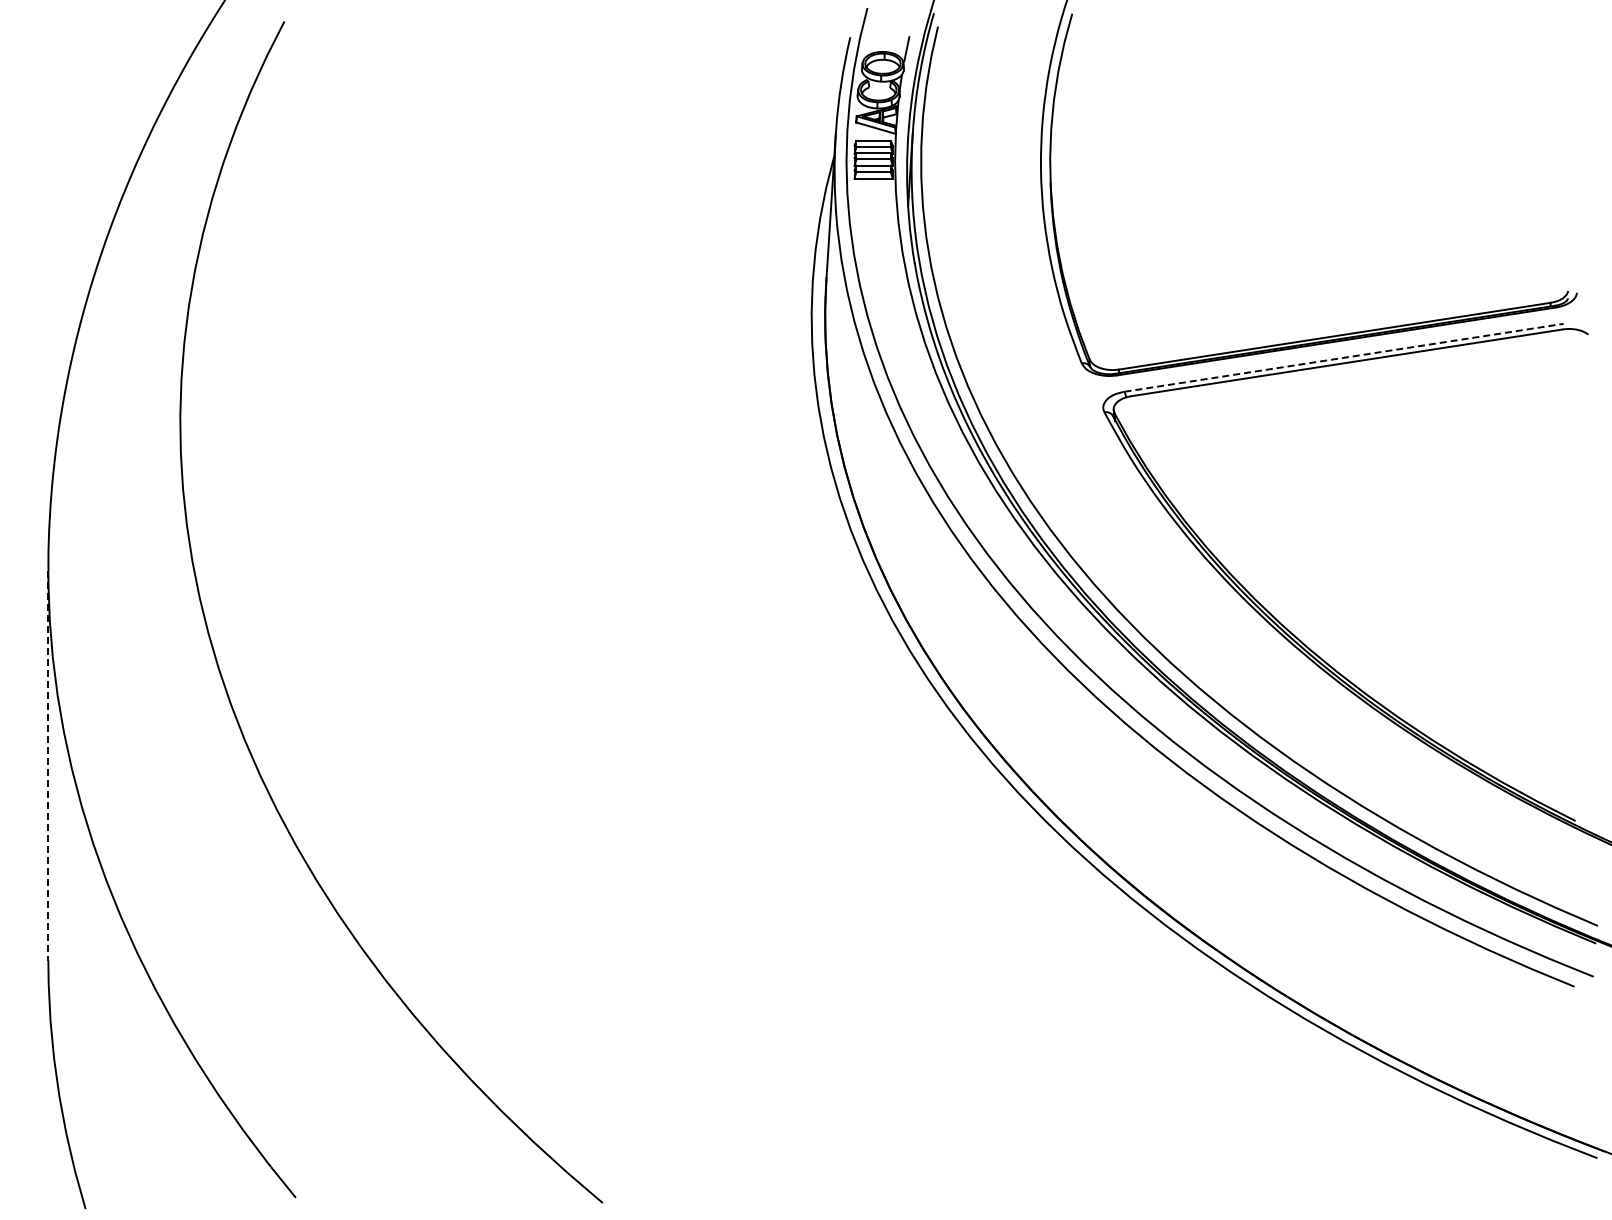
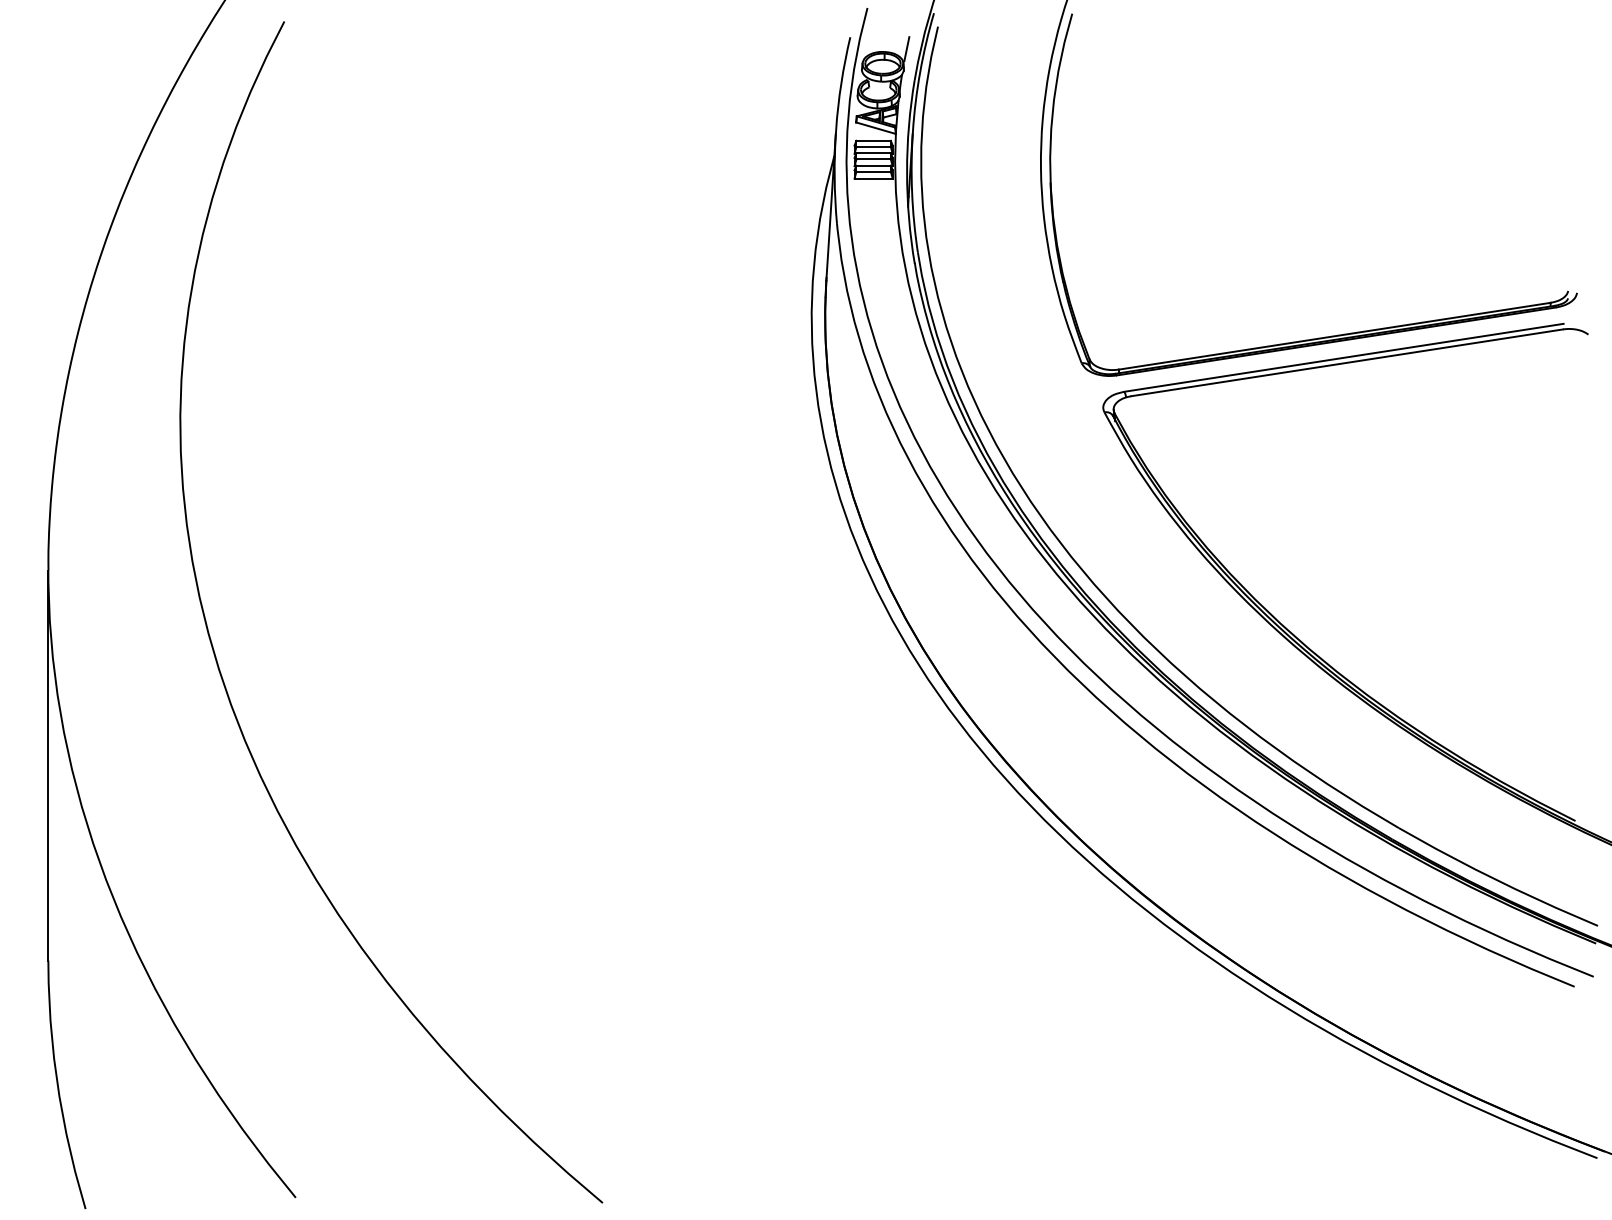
line at (1344, 357): dashed -> solid
line at (48, 765): dashed -> solid
